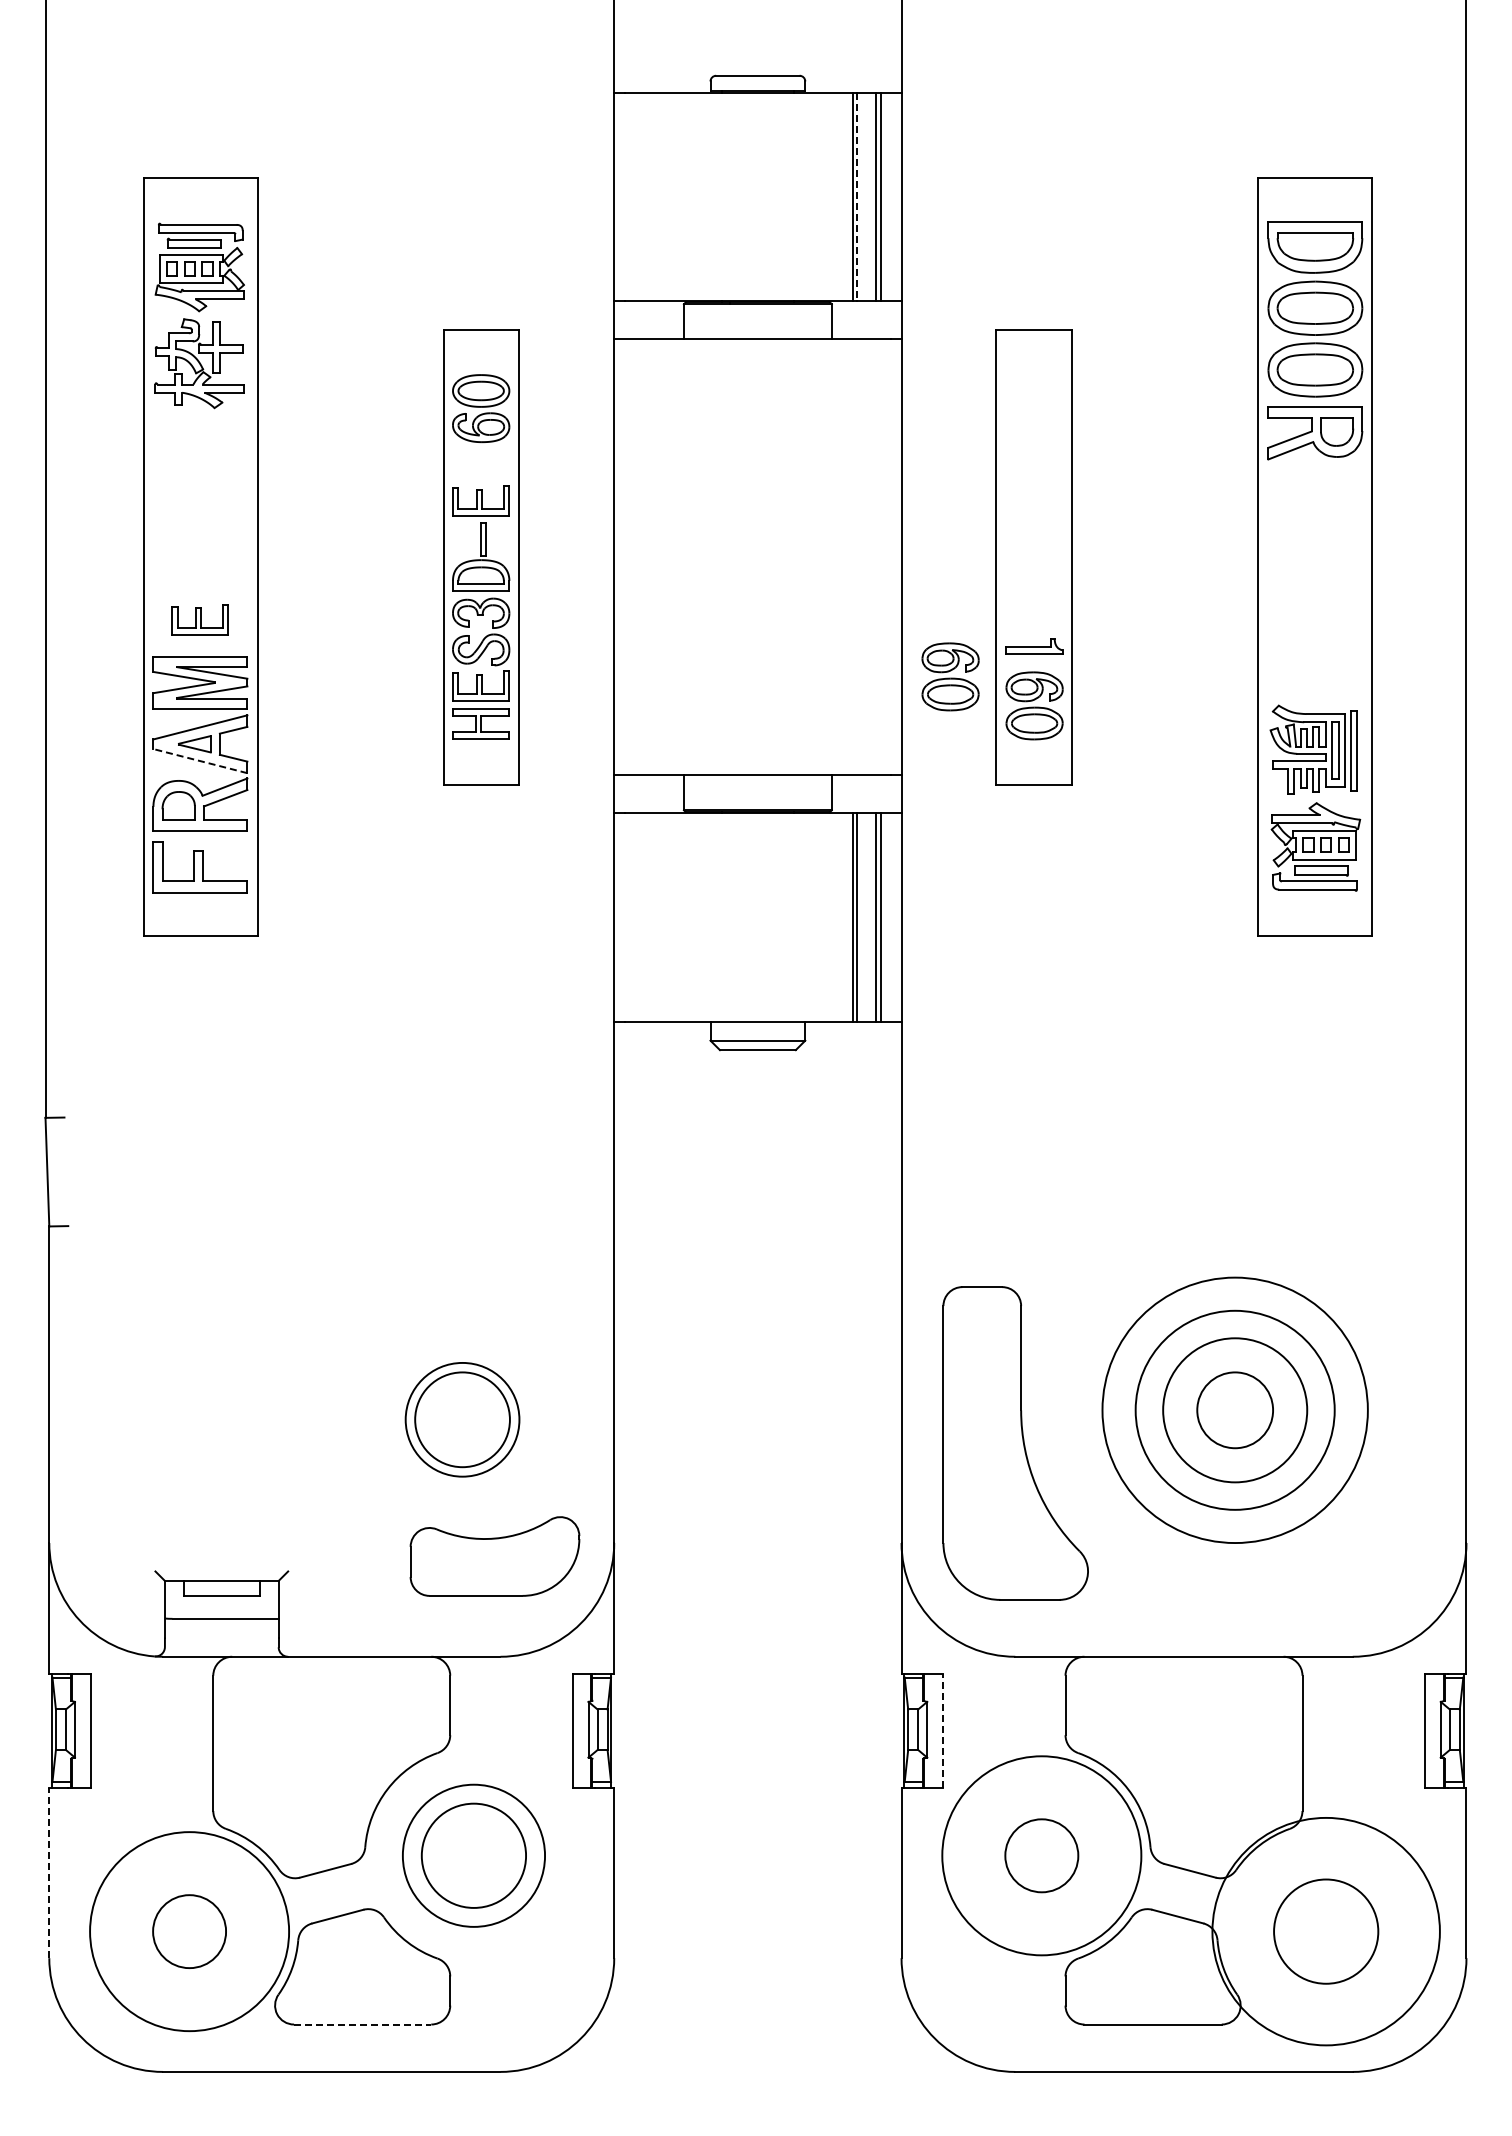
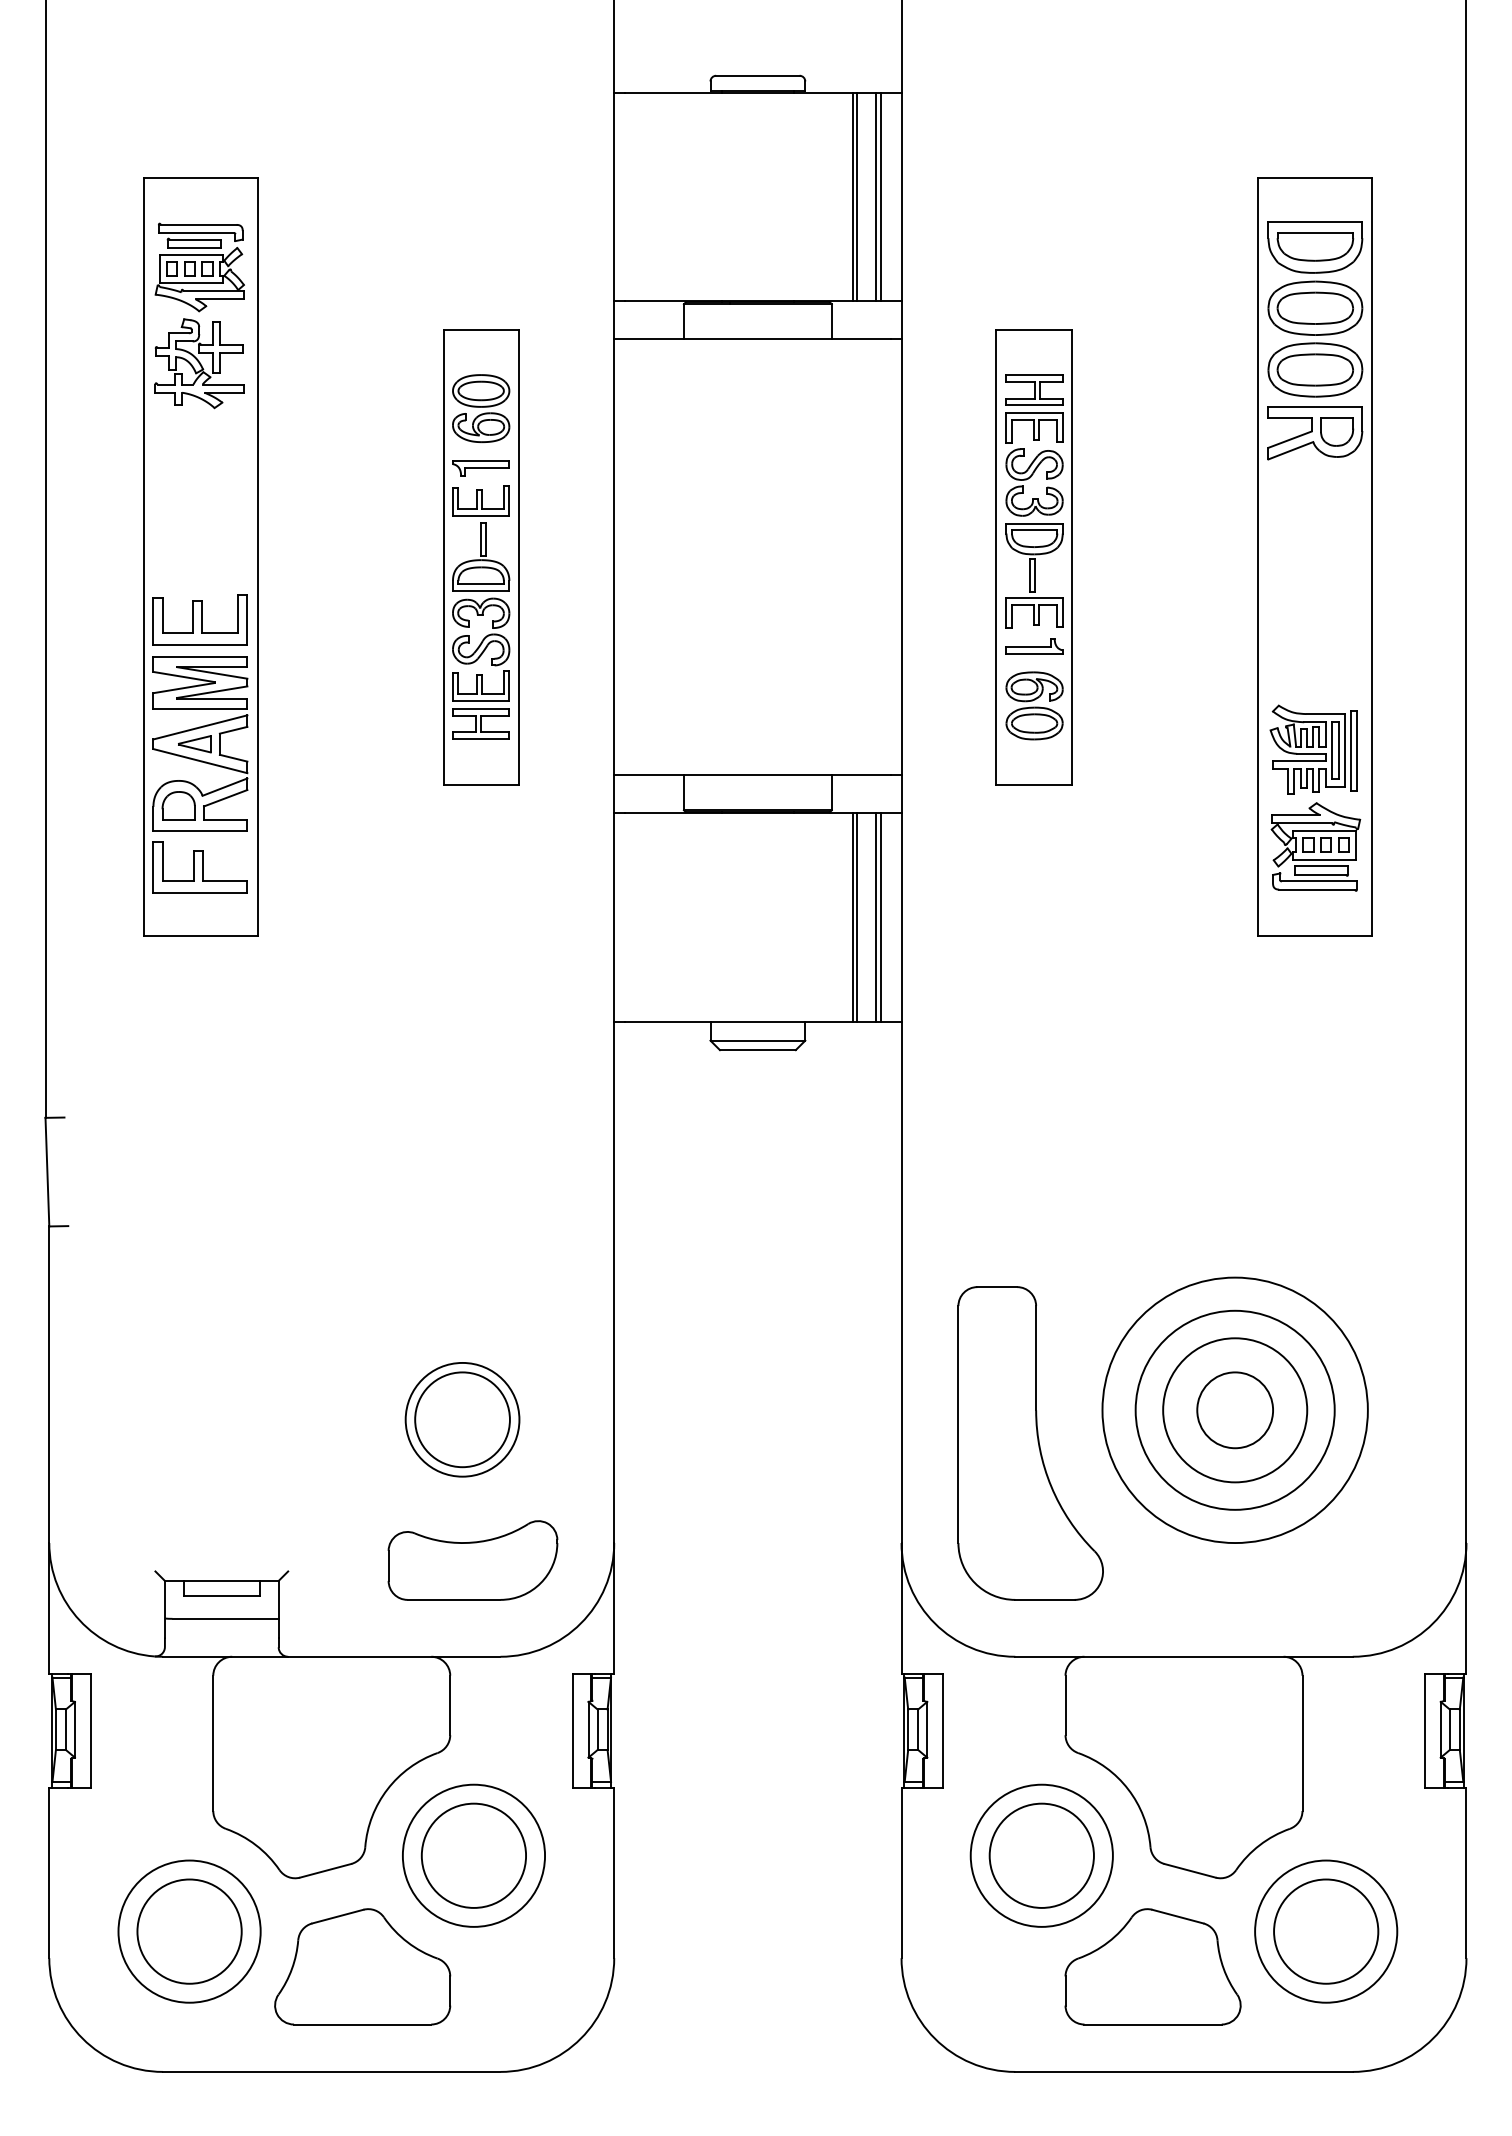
line at (857, 197): dashed -> solid
part at (480, 468): none -> present
part at (1034, 501): none -> present
part at (199, 619) size: 58x32 px -> 96x52 px
part at (950, 676): present -> none
line at (199, 761): dashed -> solid
part at (1015, 1443) position: (1015, 1443) -> (1030, 1443)
part at (494, 1556) position: (494, 1556) -> (472, 1560)
line at (943, 1730): dashed -> solid
circle at (1041, 1855) diameter: 199 px -> 142 px
circle at (1041, 1855) diameter: 73 px -> 104 px
line at (49, 1872): dashed -> solid
circle at (189, 1931) diameter: 199 px -> 142 px
circle at (189, 1931) diameter: 73 px -> 104 px
circle at (1325, 1931) diameter: 227 px -> 142 px
line at (362, 2024): dashed -> solid
